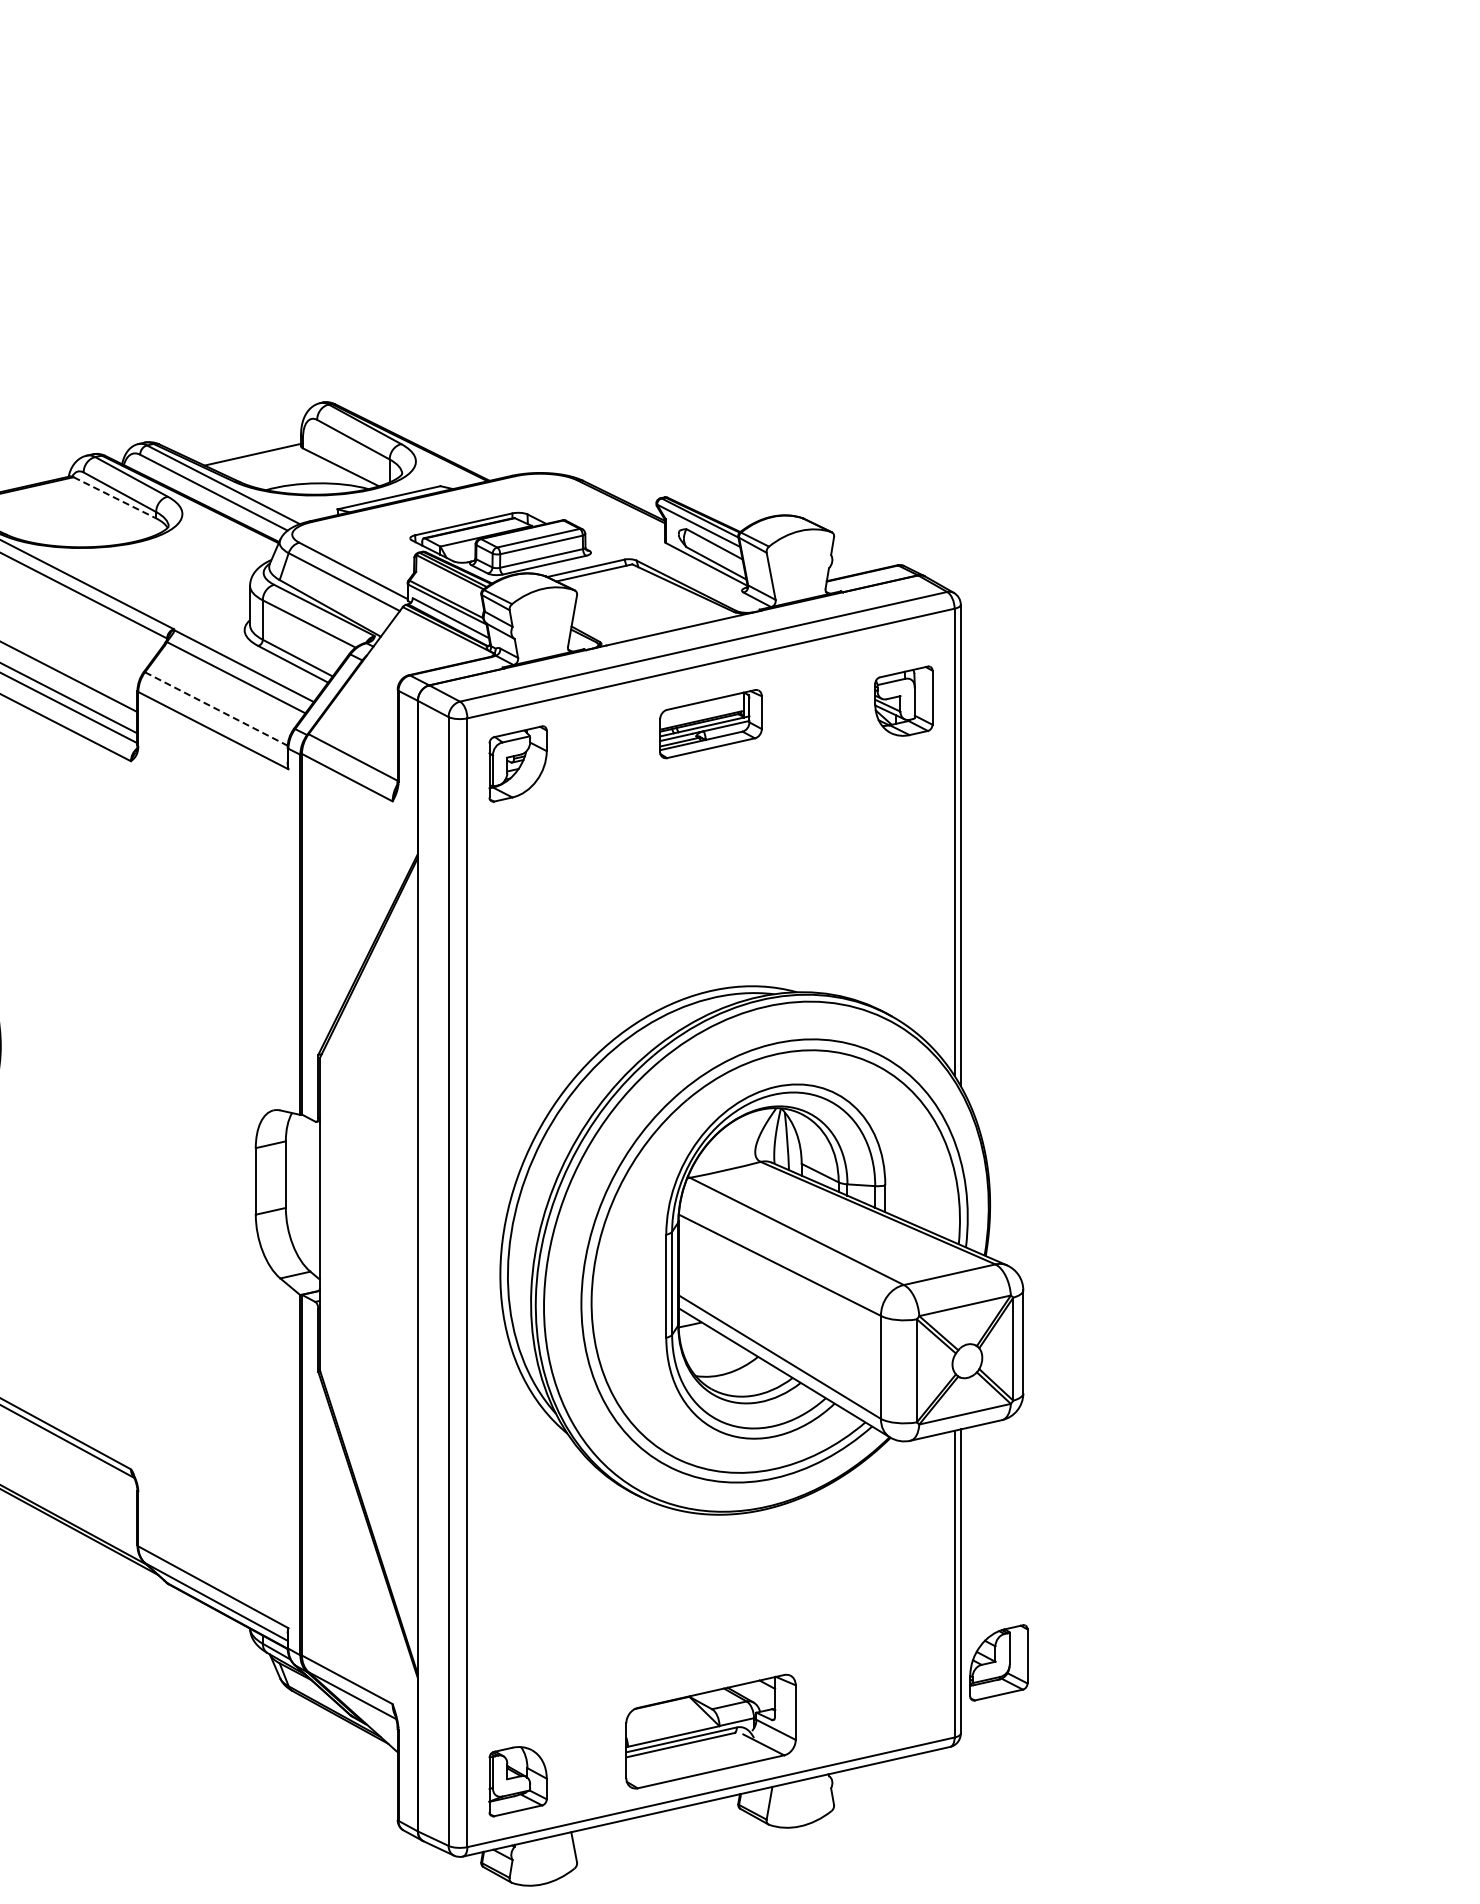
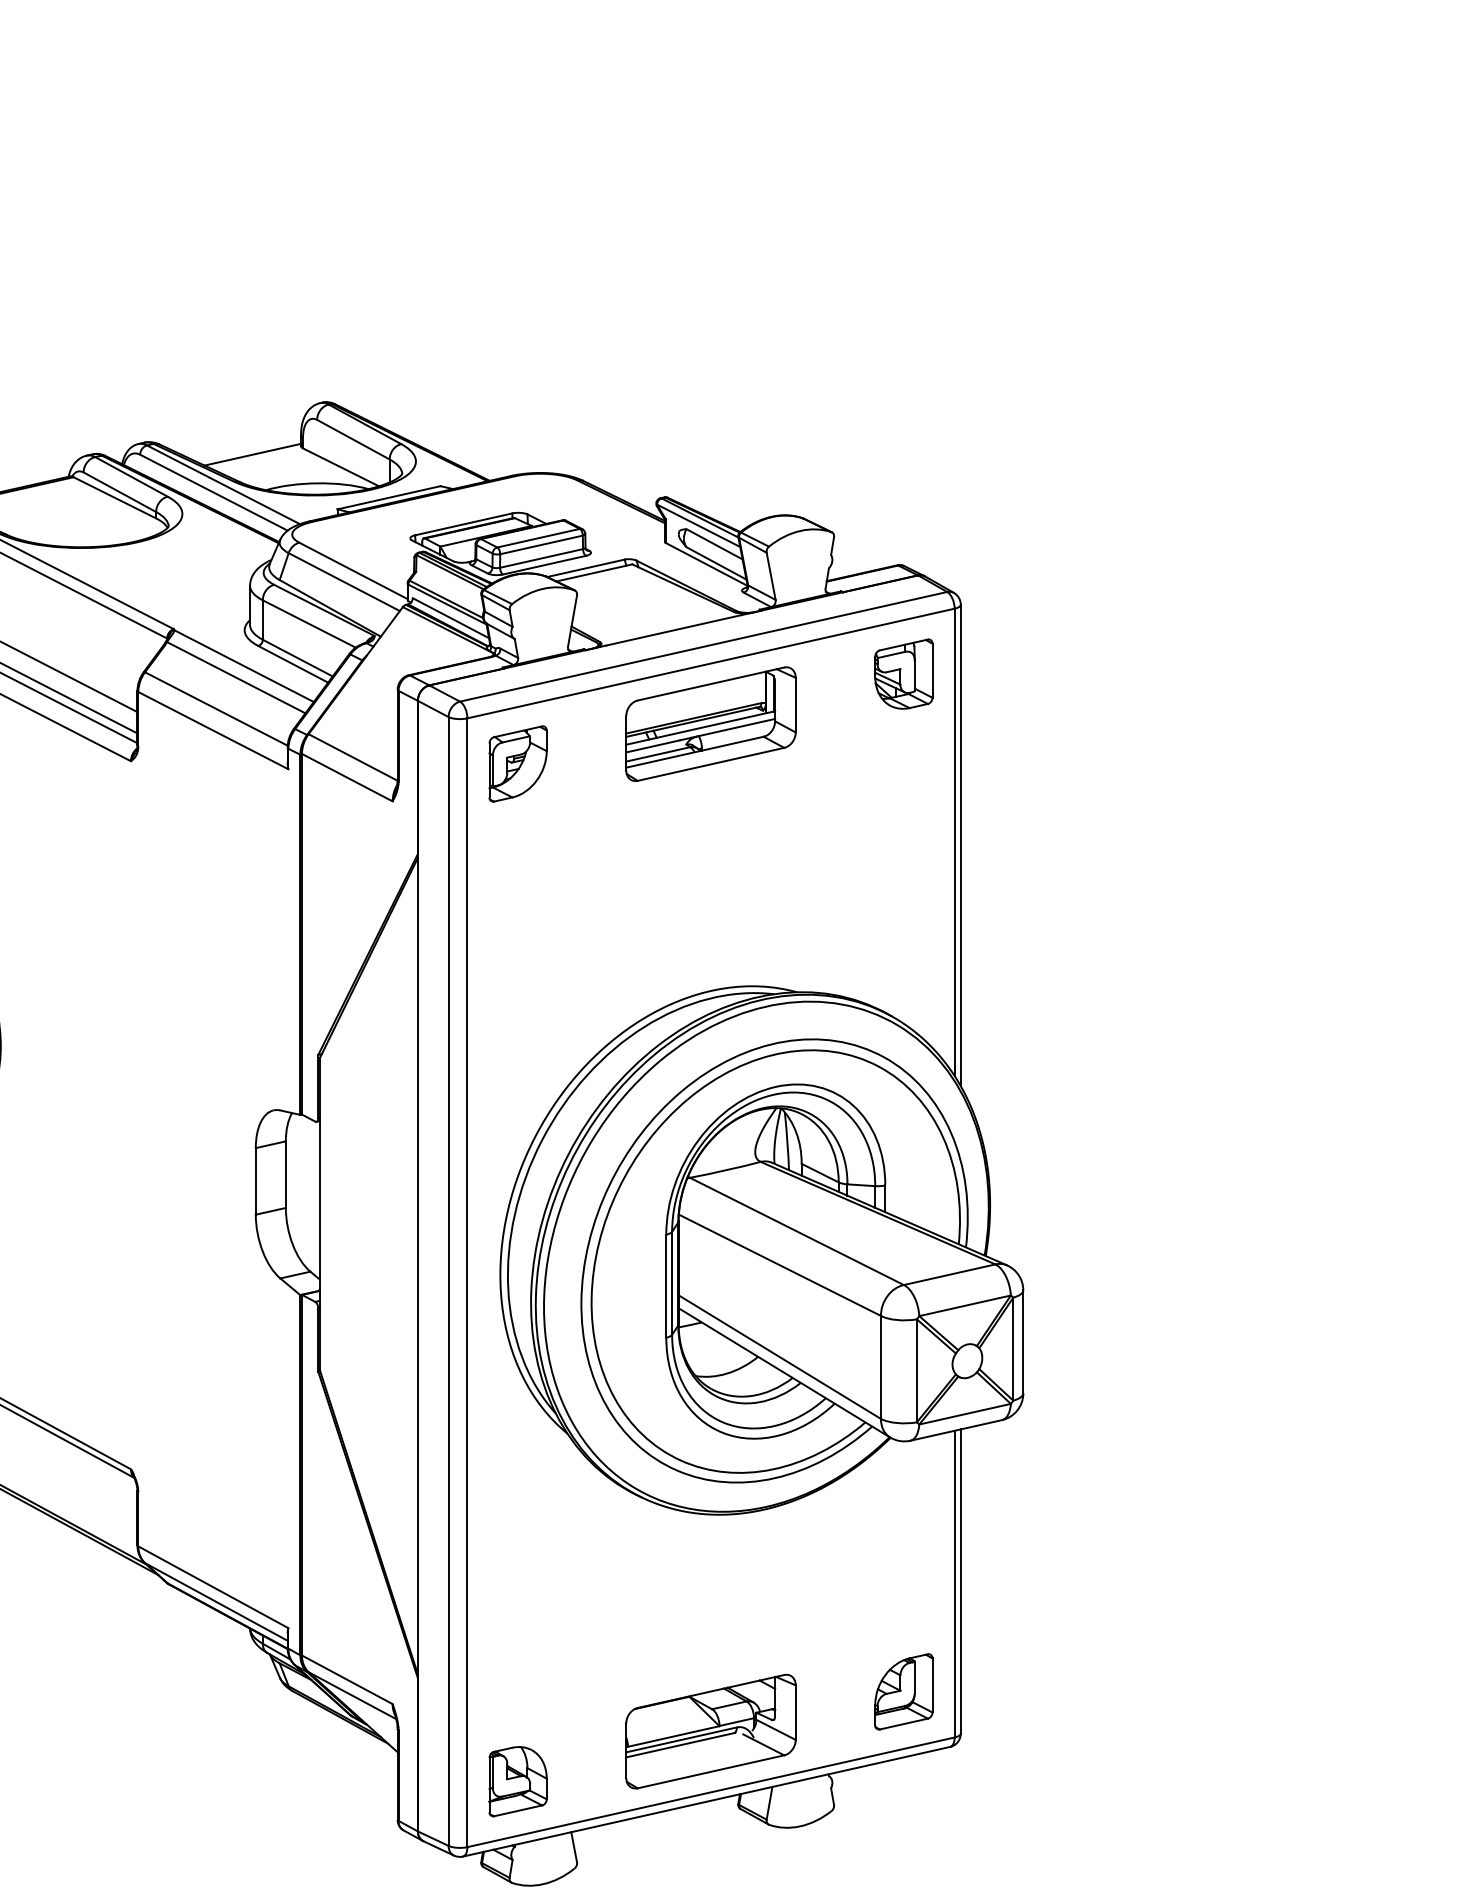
line at (115, 498): dashed -> solid
part at (903, 700) position: (903, 700) -> (903, 673)
line at (216, 709): dashed -> solid
part at (710, 724) size: 104x71 px -> 172x116 px
part at (998, 1662) position: (998, 1662) -> (903, 1691)
